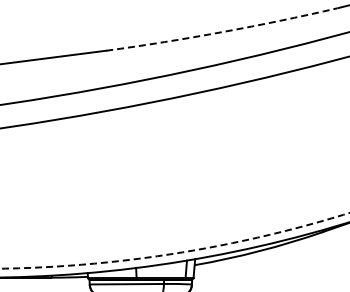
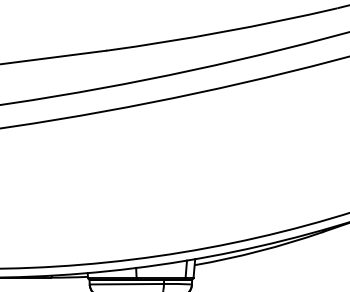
arc at (222, 32): dashed -> solid
arc at (177, 253): dashed -> solid
